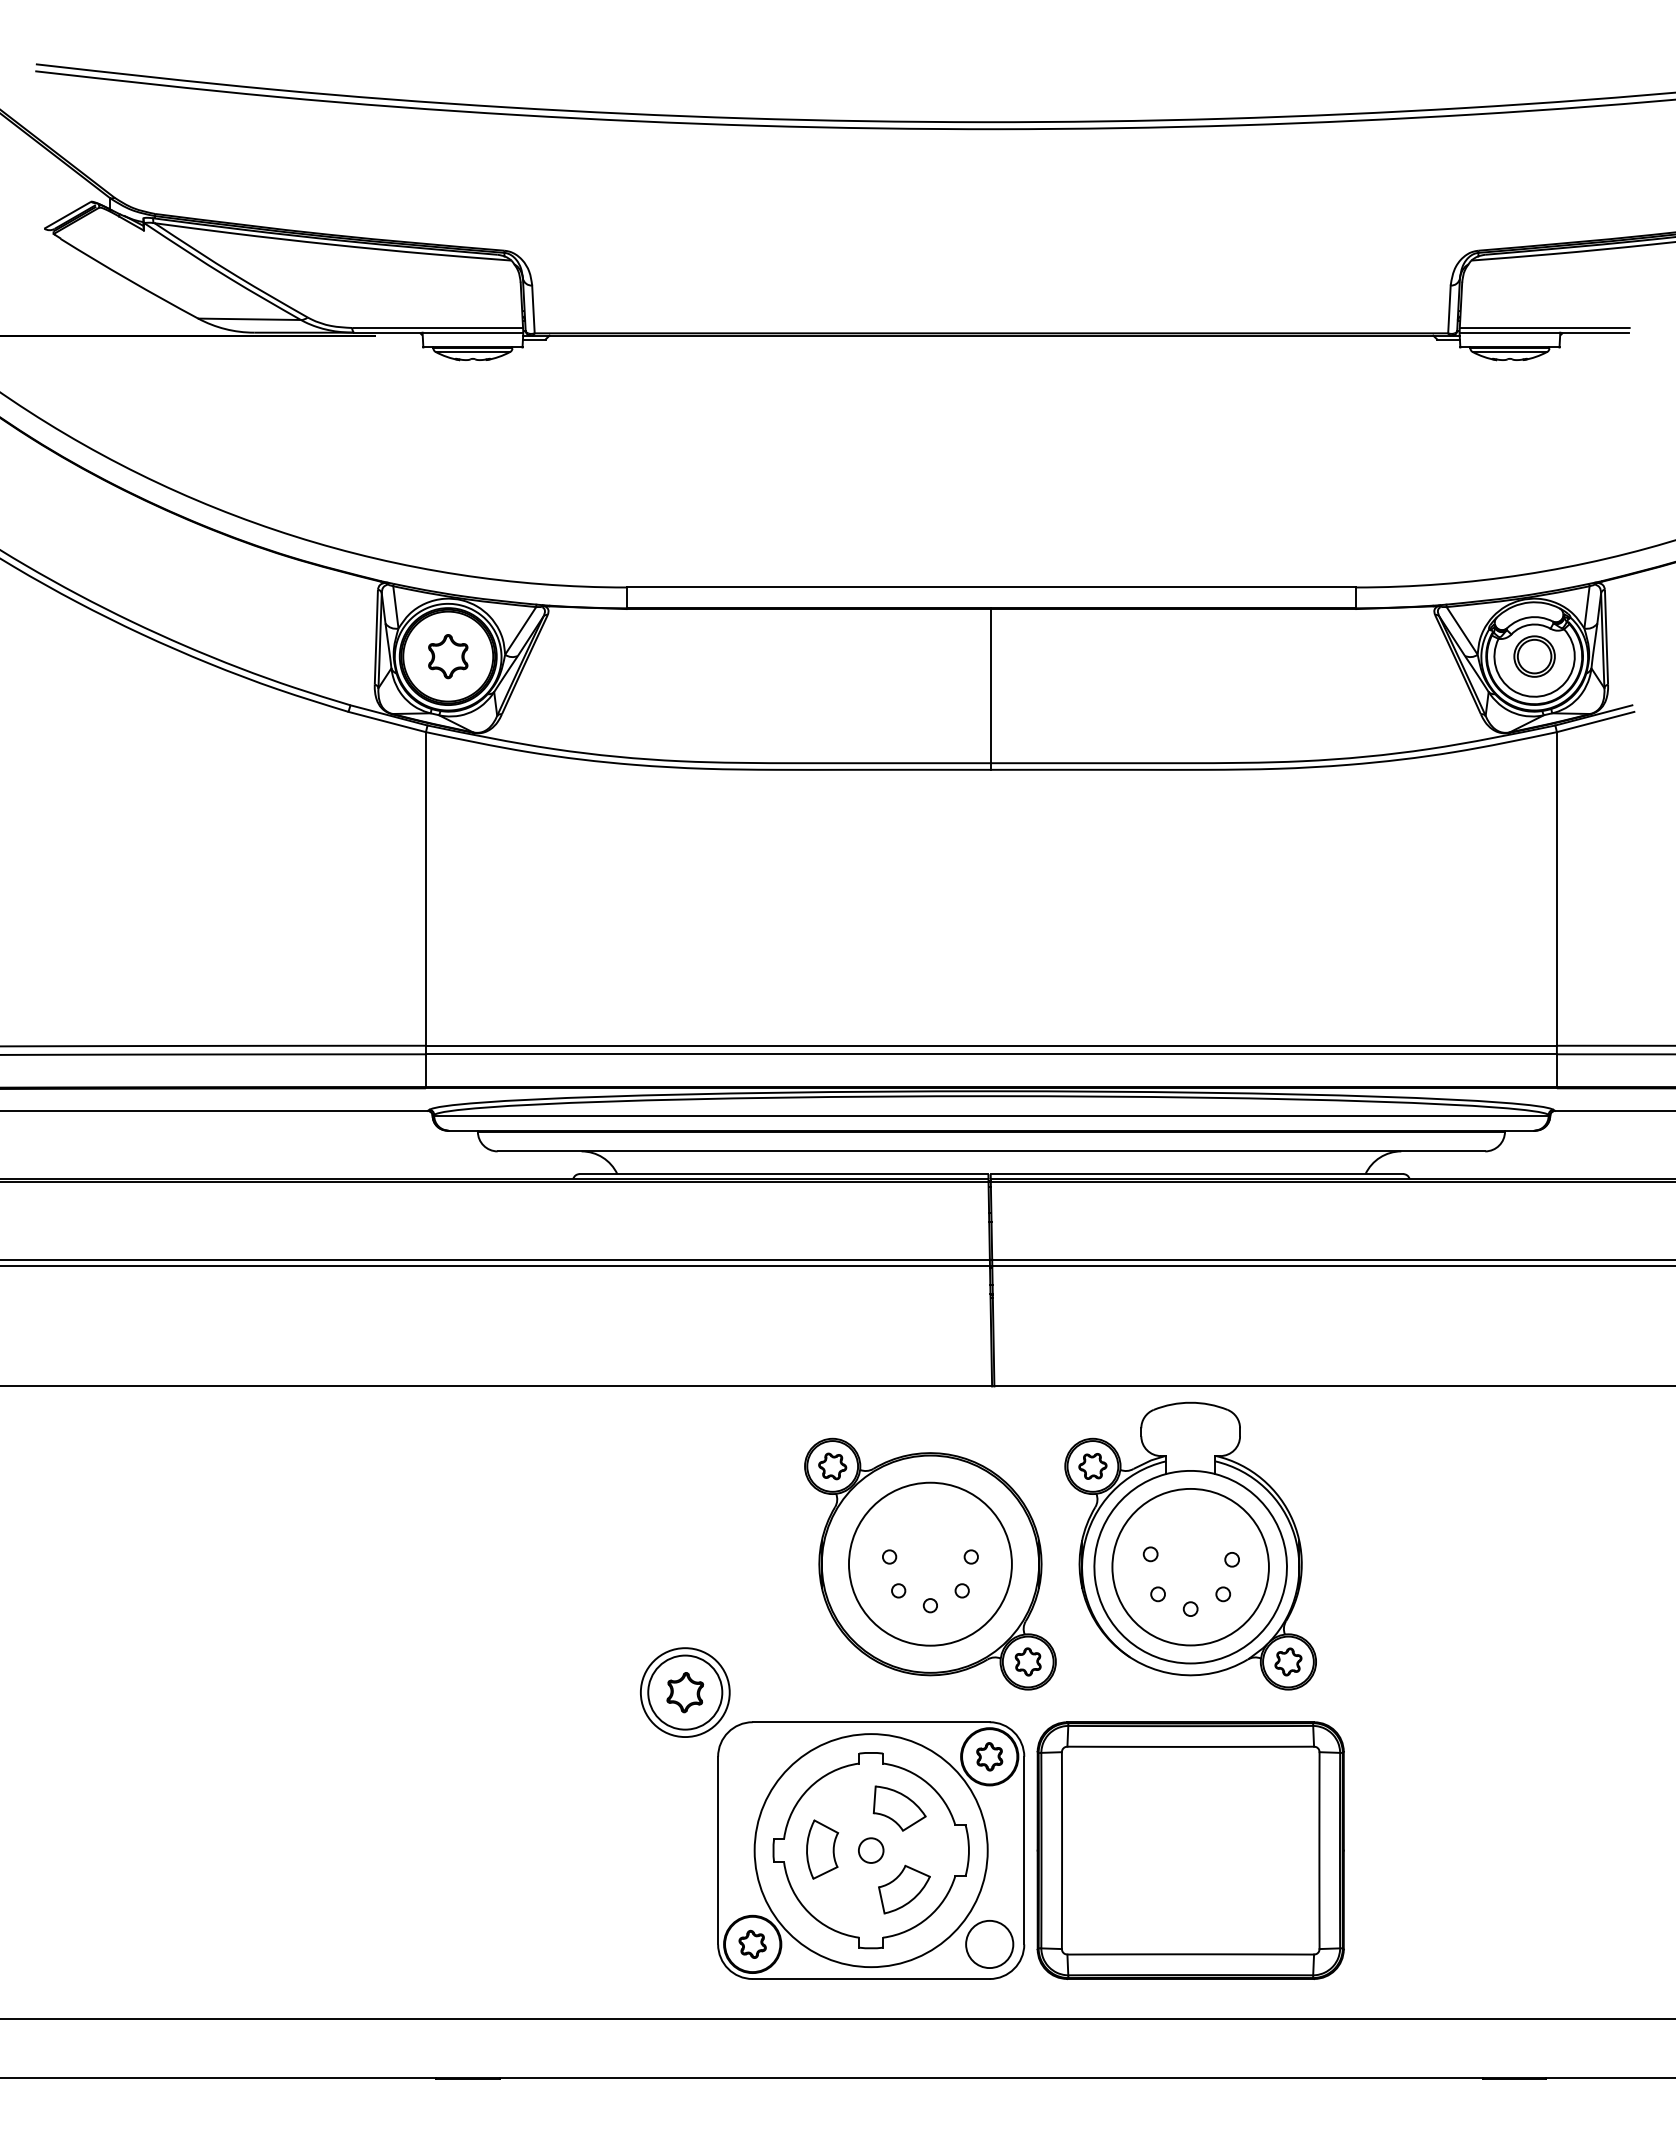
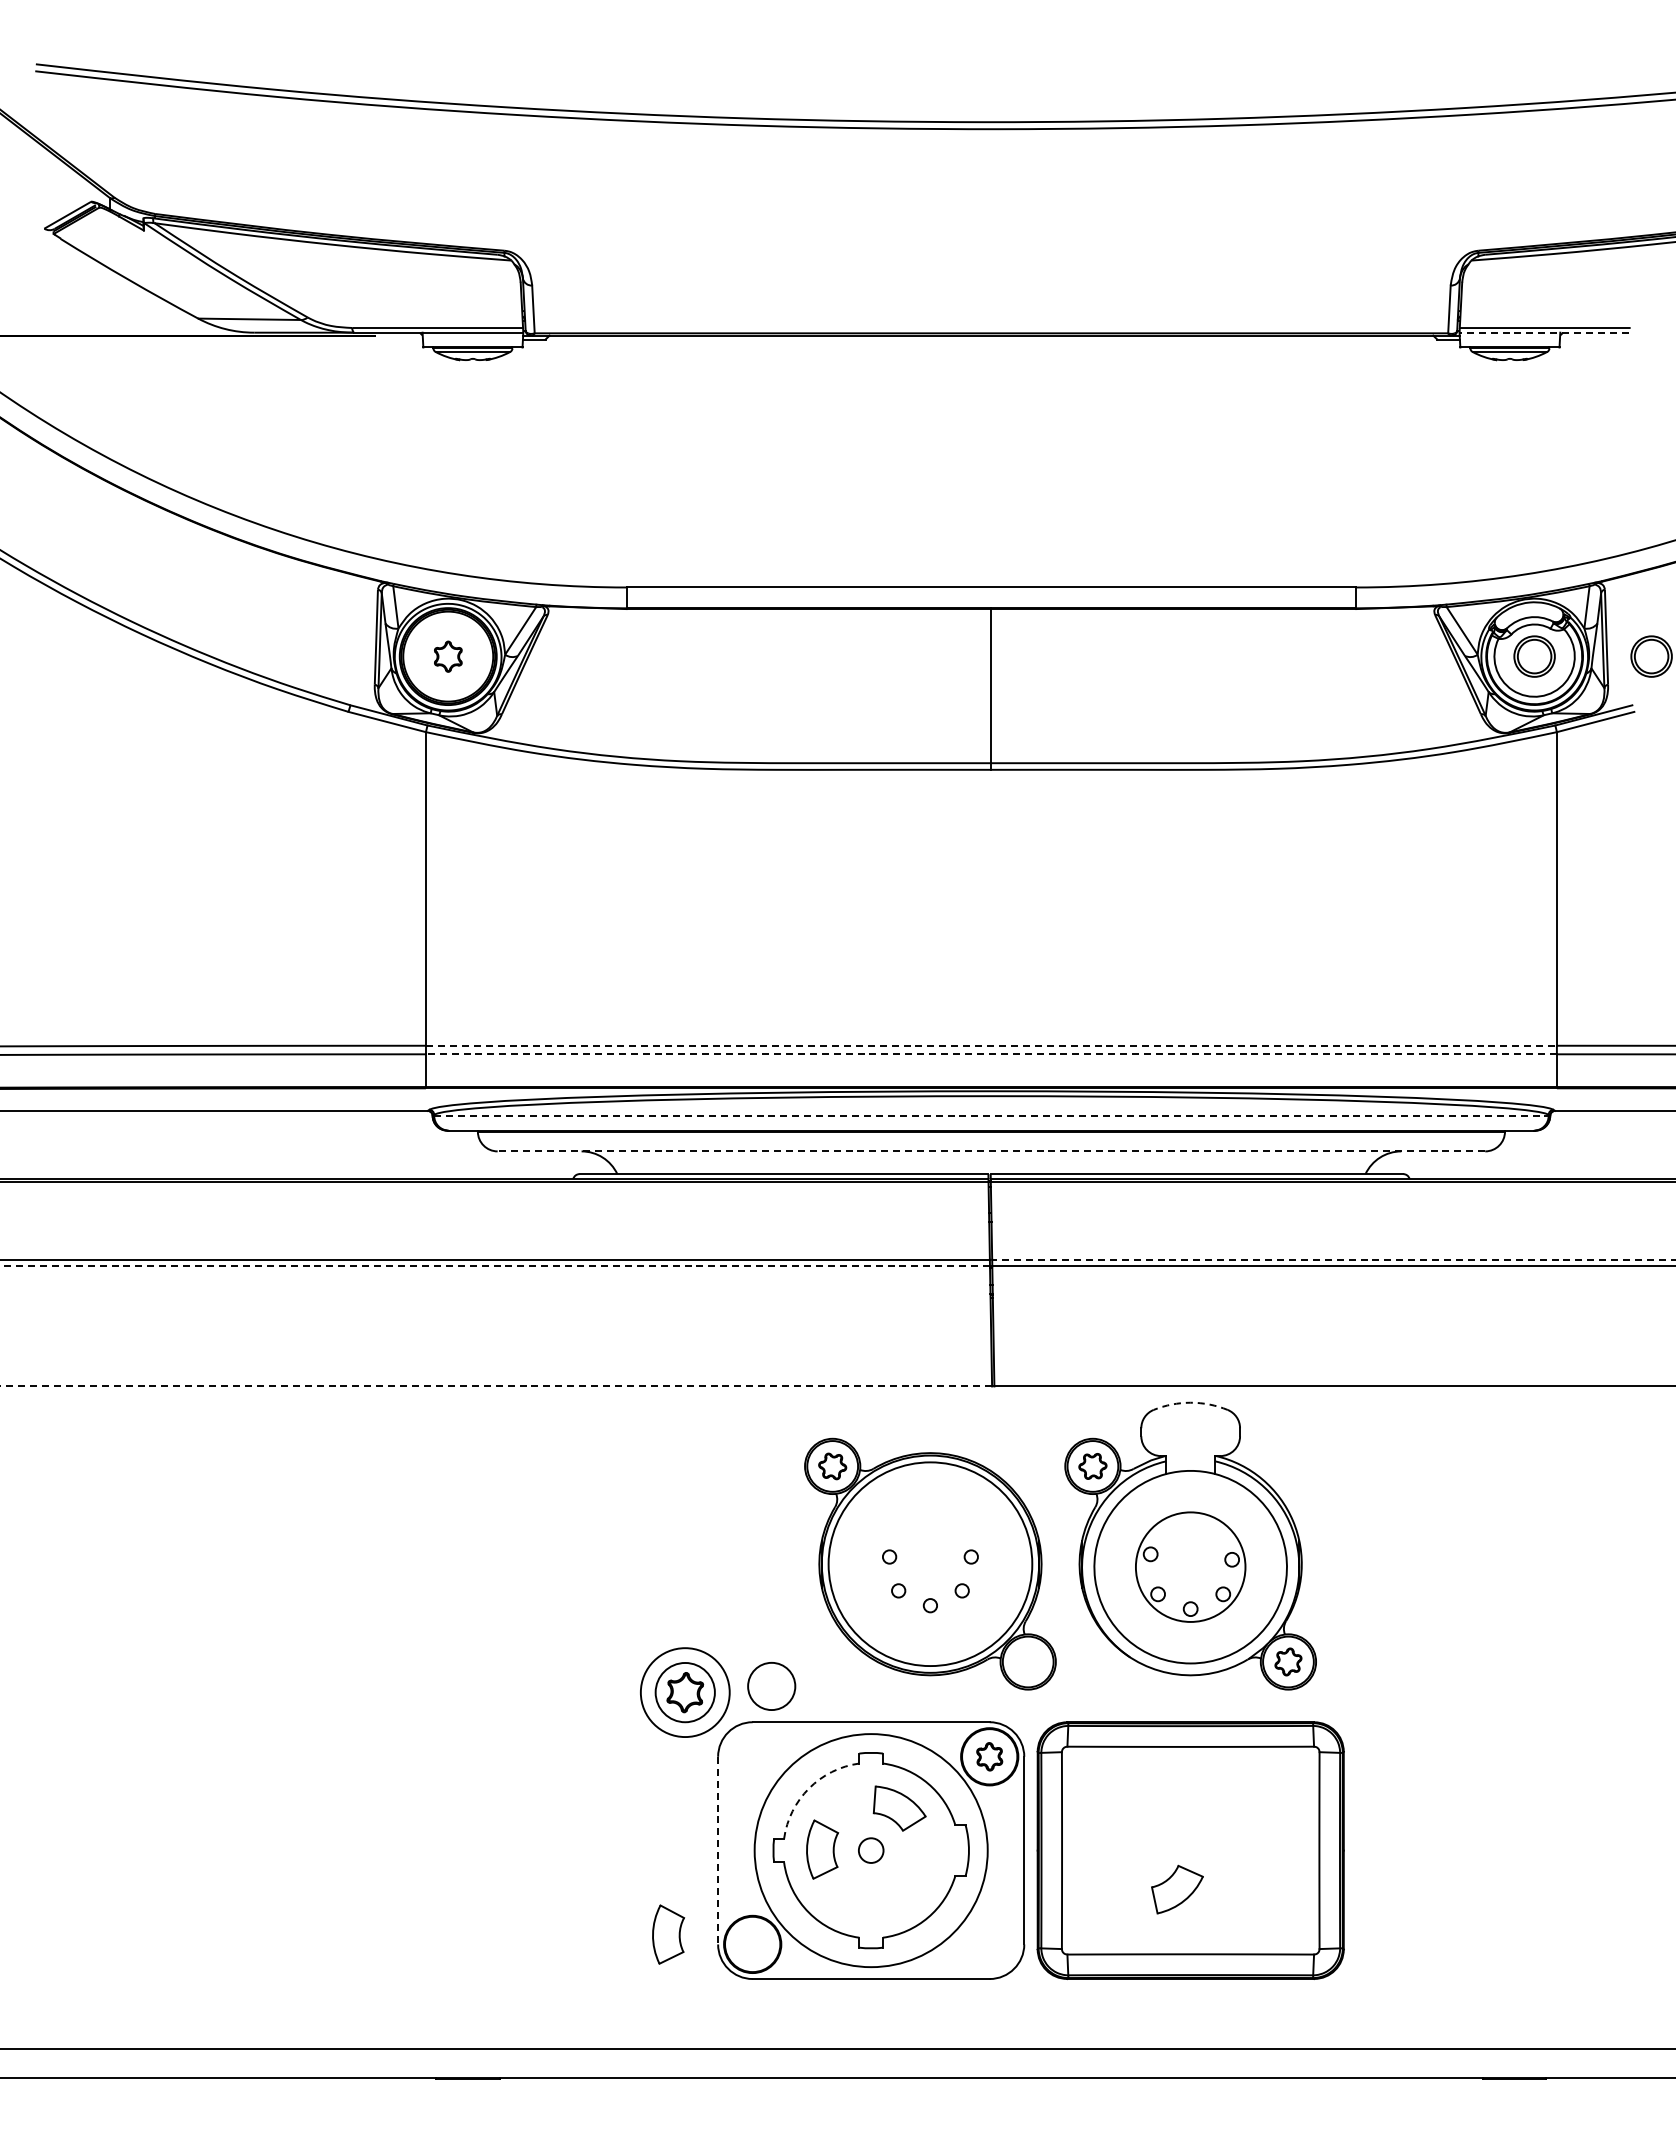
line at (1544, 332): solid -> dashed
part at (448, 656) size: 41x46 px -> 29x33 px
part at (1651, 656): none -> present
line at (991, 1045): solid -> dashed
line at (990, 1054): solid -> dashed
line at (991, 1115): solid -> dashed
line at (991, 1151): solid -> dashed
line at (1333, 1259): solid -> dashed
line at (495, 1266): solid -> dashed
line at (496, 1386): solid -> dashed
arc at (1190, 1402): solid -> dashed
circle at (929, 1563) diameter: 163 px -> 204 px
circle at (1190, 1566) diameter: 157 px -> 110 px
part at (1027, 1661): present -> none
circle at (685, 1692) diameter: 74 px -> 59 px
arc at (809, 1788): solid -> dashed
line at (718, 1850): solid -> dashed
part at (904, 1889) position: (904, 1889) -> (1177, 1889)
part at (668, 1934): none -> present
part at (752, 1943): present -> none
circle at (989, 1944) position: (989, 1944) -> (771, 1686)
line at (837, 2018) position: (837, 2018) -> (837, 2048)
